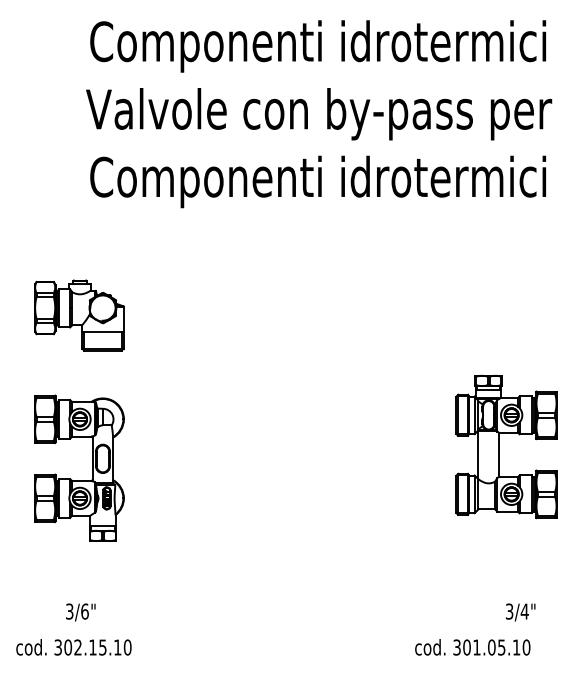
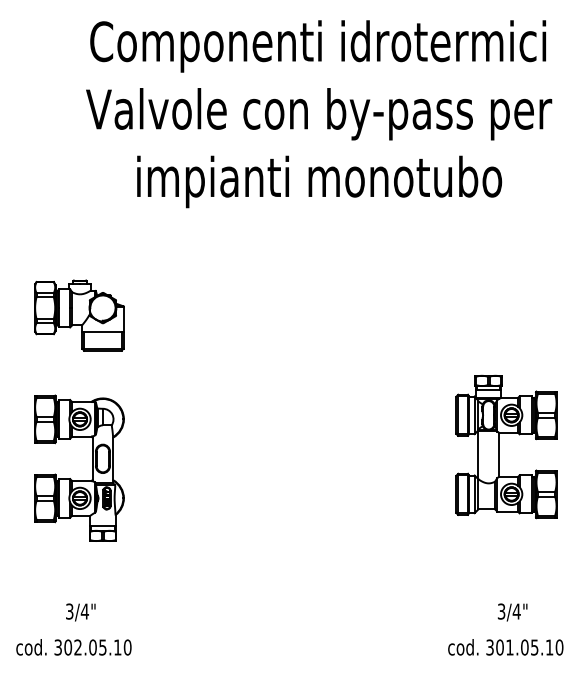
text at (318, 181): Componenti idrotermici -> impianti monotubo
text at (84, 611): 3/6" -> 3/4"
text at (520, 612) position: (520, 612) -> (512, 612)
text at (92, 647): 302.15.10 -> 302.05.10
text at (472, 647) position: (472, 647) -> (505, 647)
